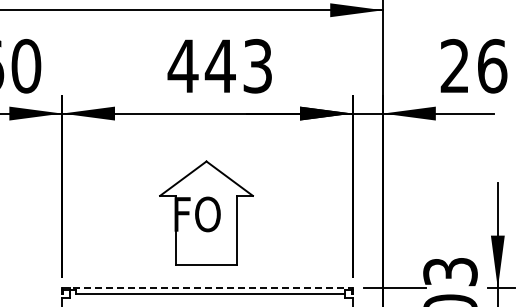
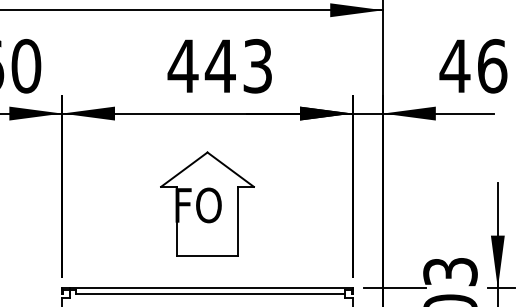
text at (454, 65): 26 -> 46
part at (206, 212) position: (206, 212) -> (207, 203)
line at (208, 288): dashed -> solid
